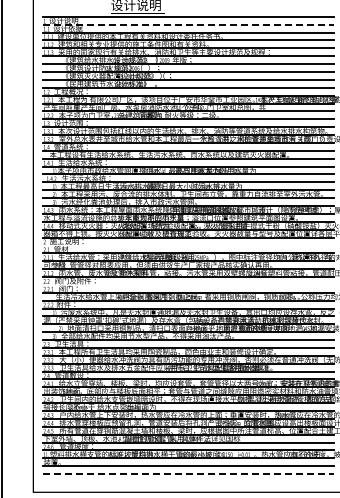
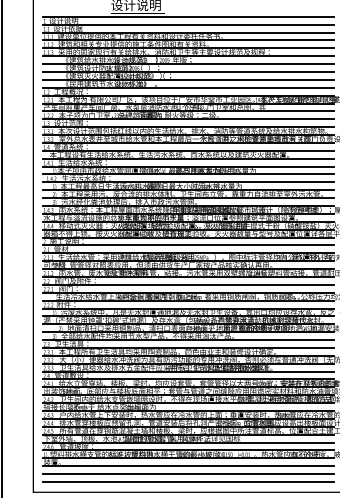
line at (189, 24): dashed -> solid
line at (188, 245): none -> present
line at (188, 284): none -> present
line at (189, 474): dashed -> solid
line at (188, 481): none -> present
